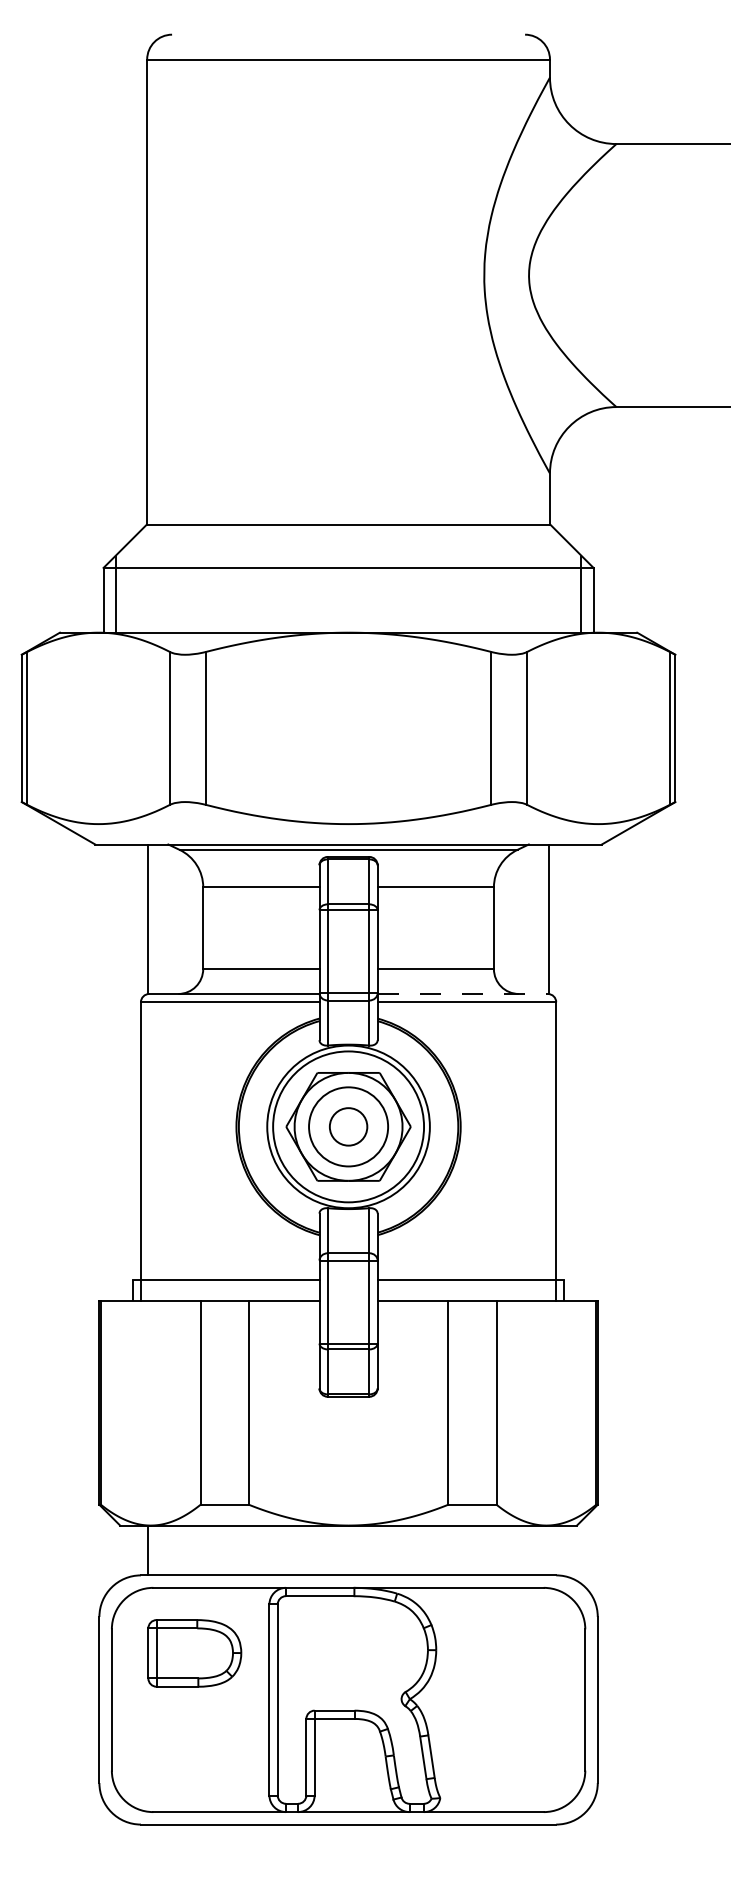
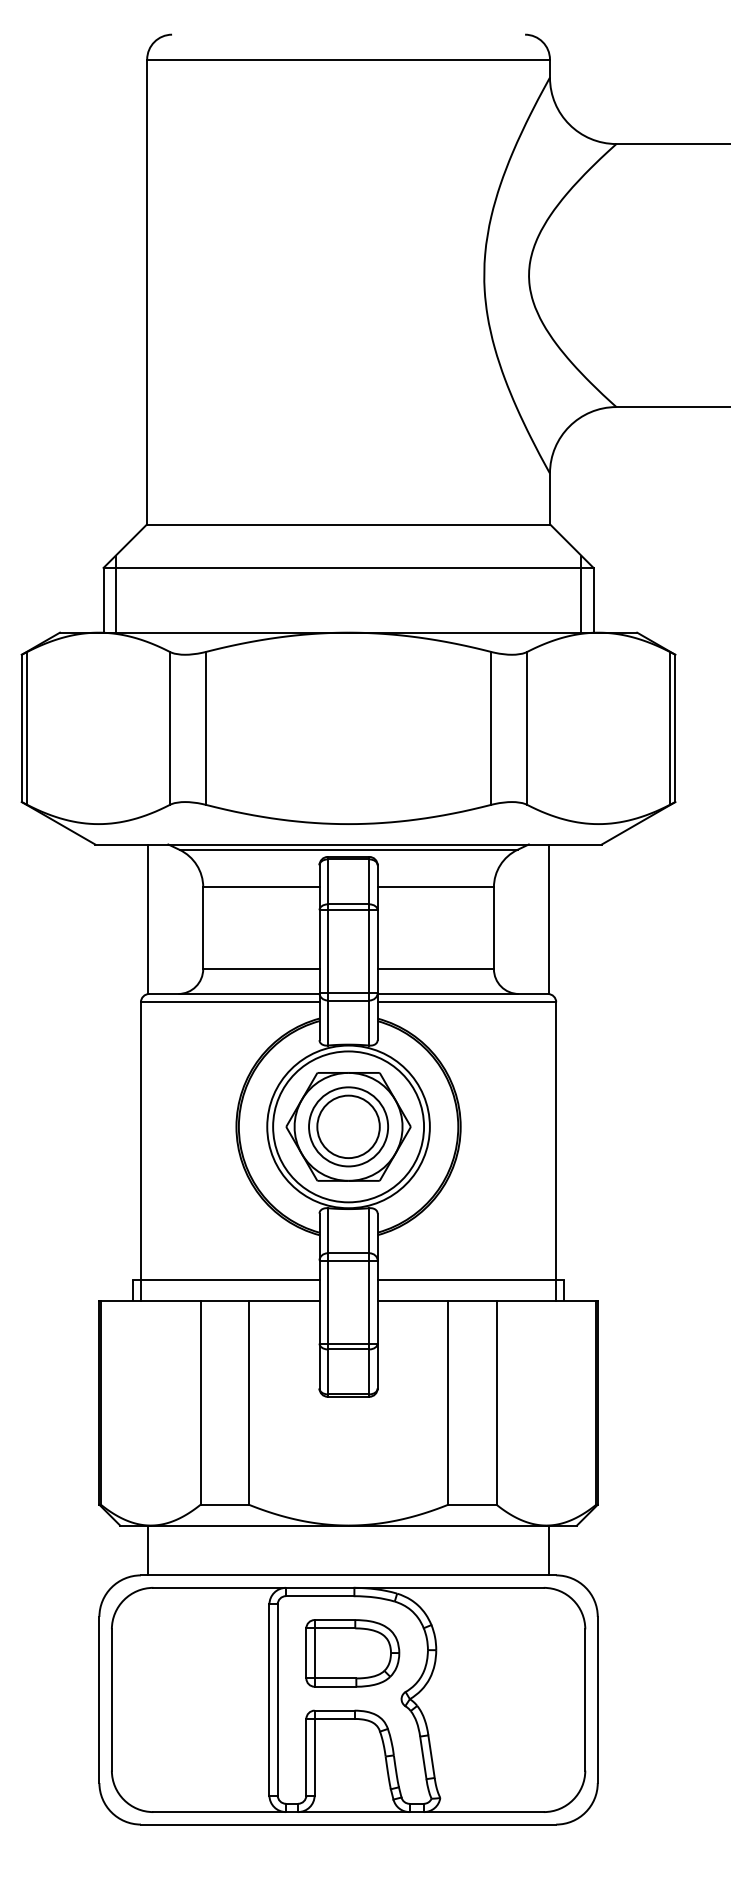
line at (463, 993): dashed -> solid
circle at (348, 1126) diameter: 37 px -> 62 px
line at (549, 1550): none -> present
part at (194, 1653) position: (194, 1653) -> (352, 1653)
